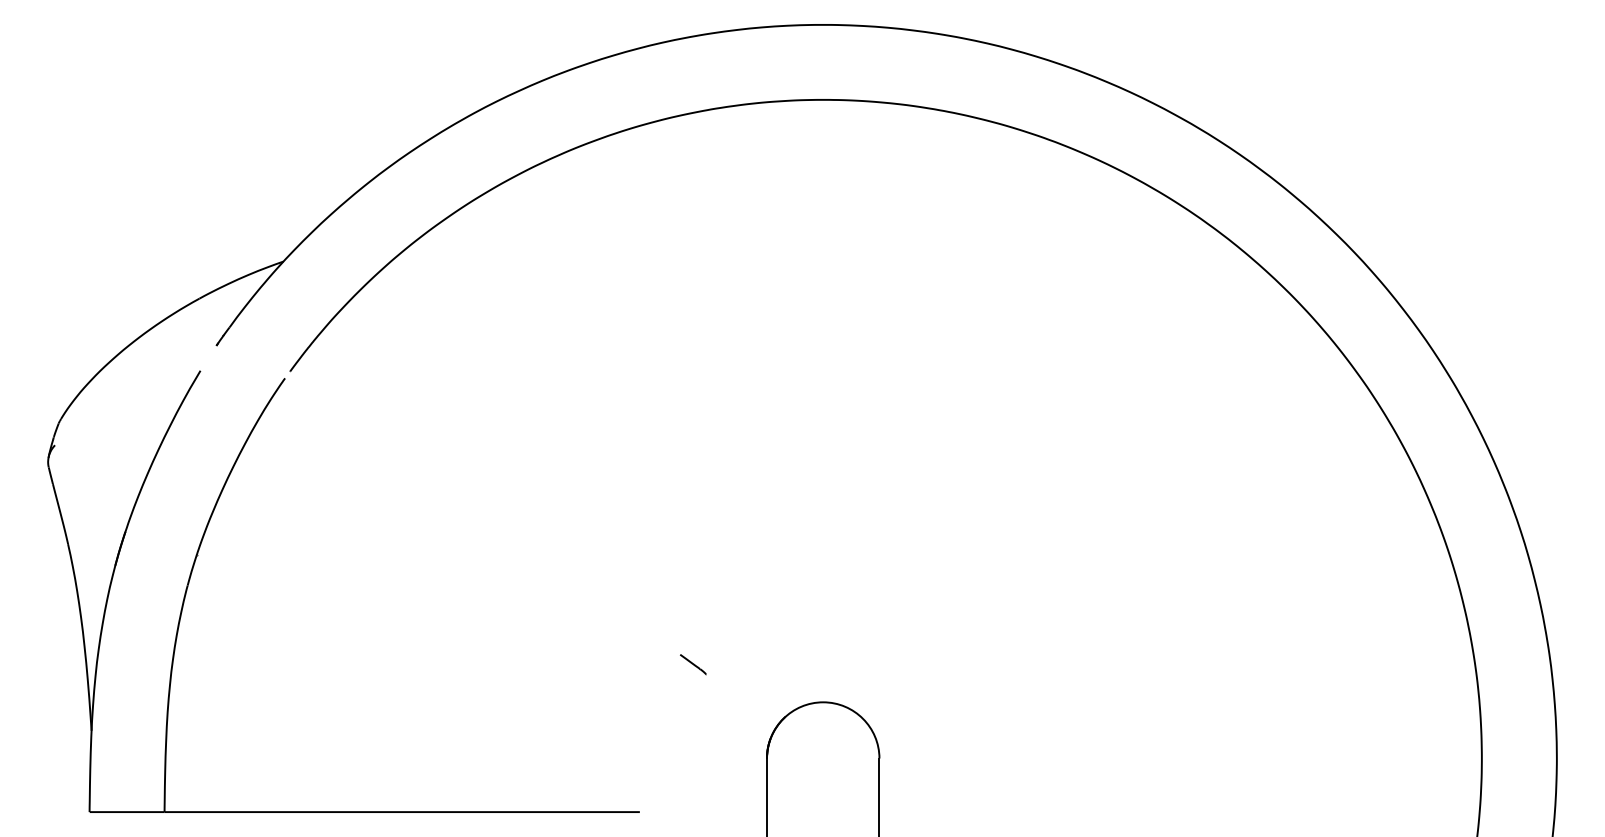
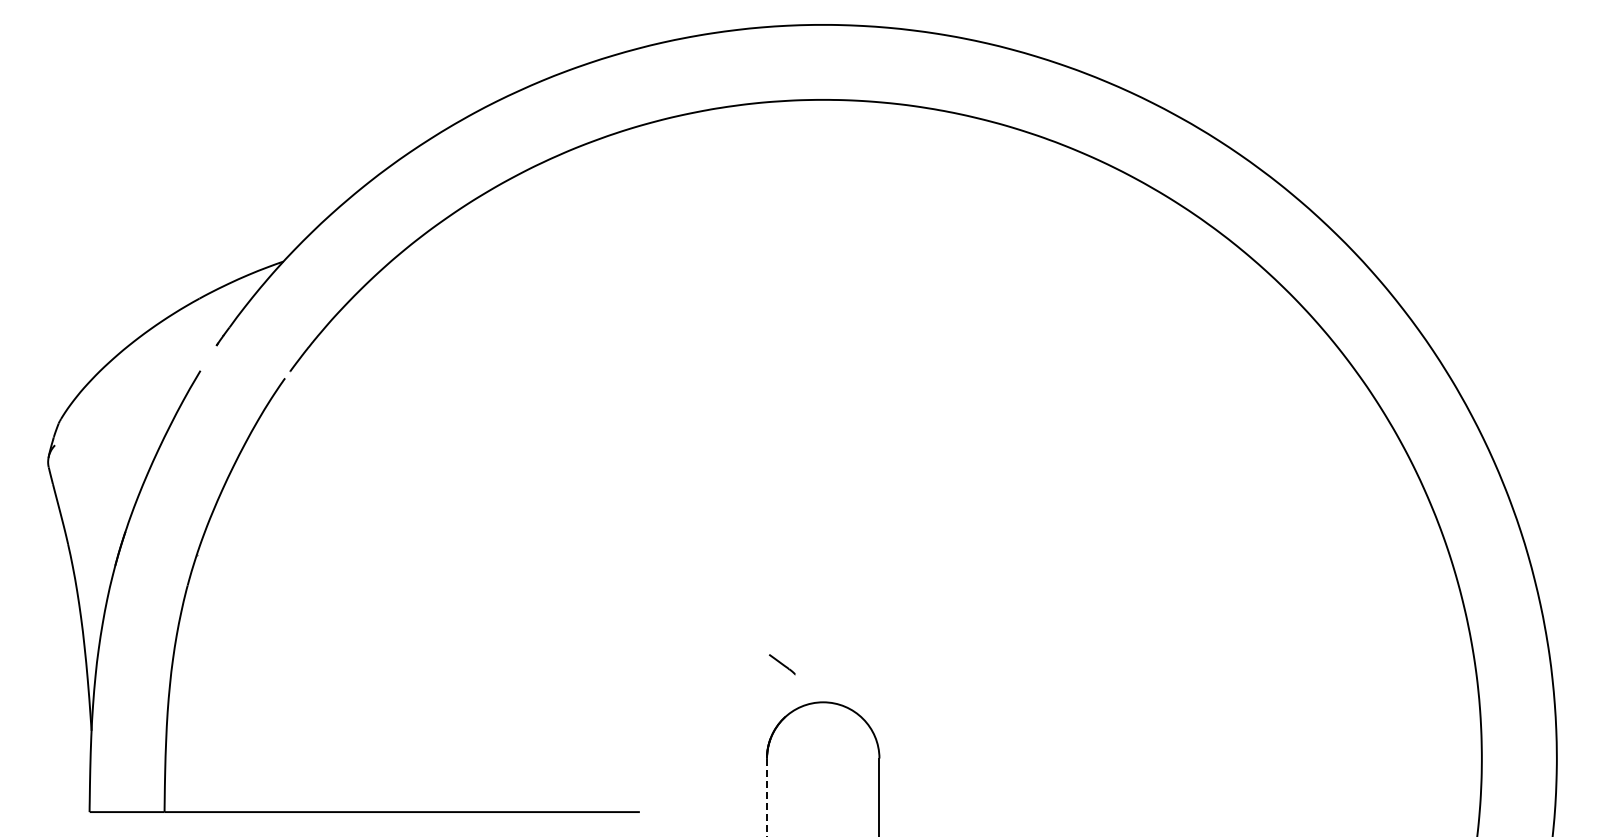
line at (693, 664) position: (693, 664) -> (782, 664)
line at (767, 797): solid -> dashed
